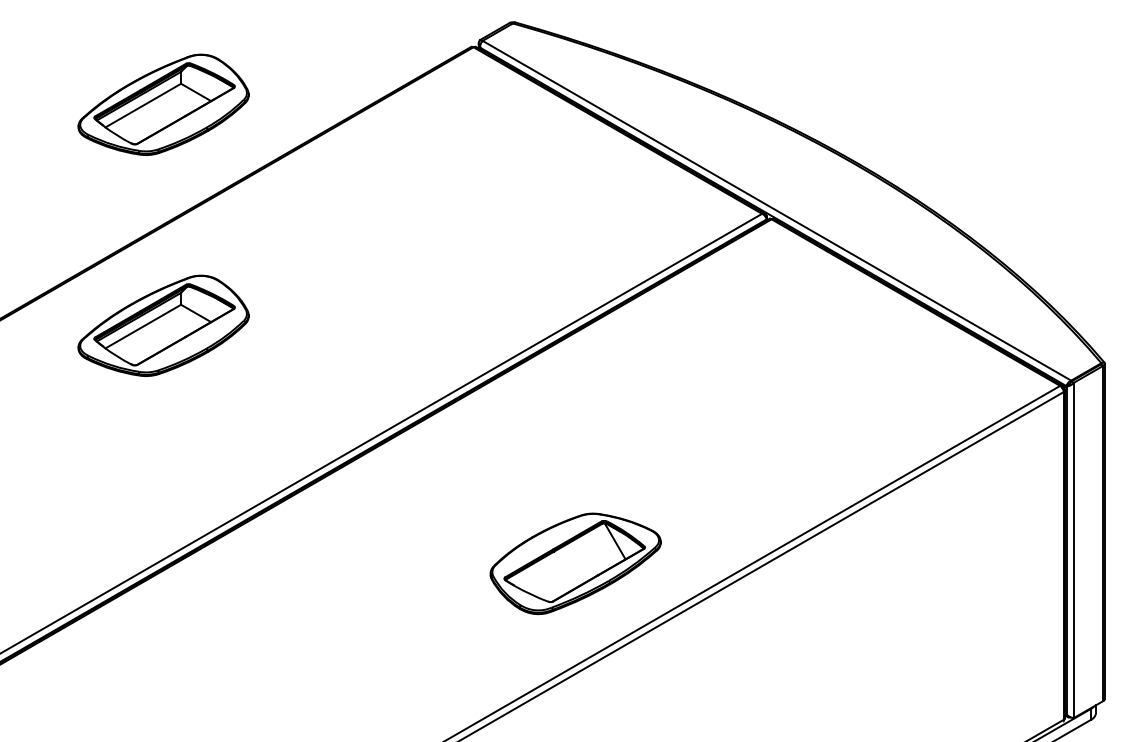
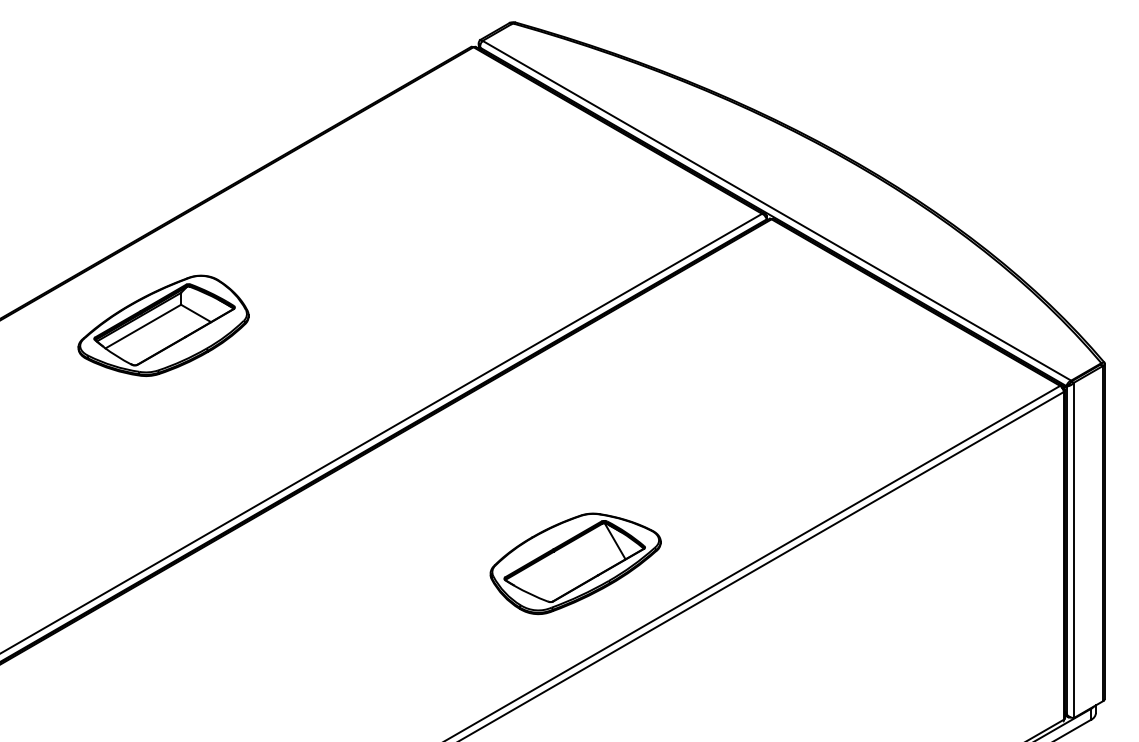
part at (163, 104): present -> none
